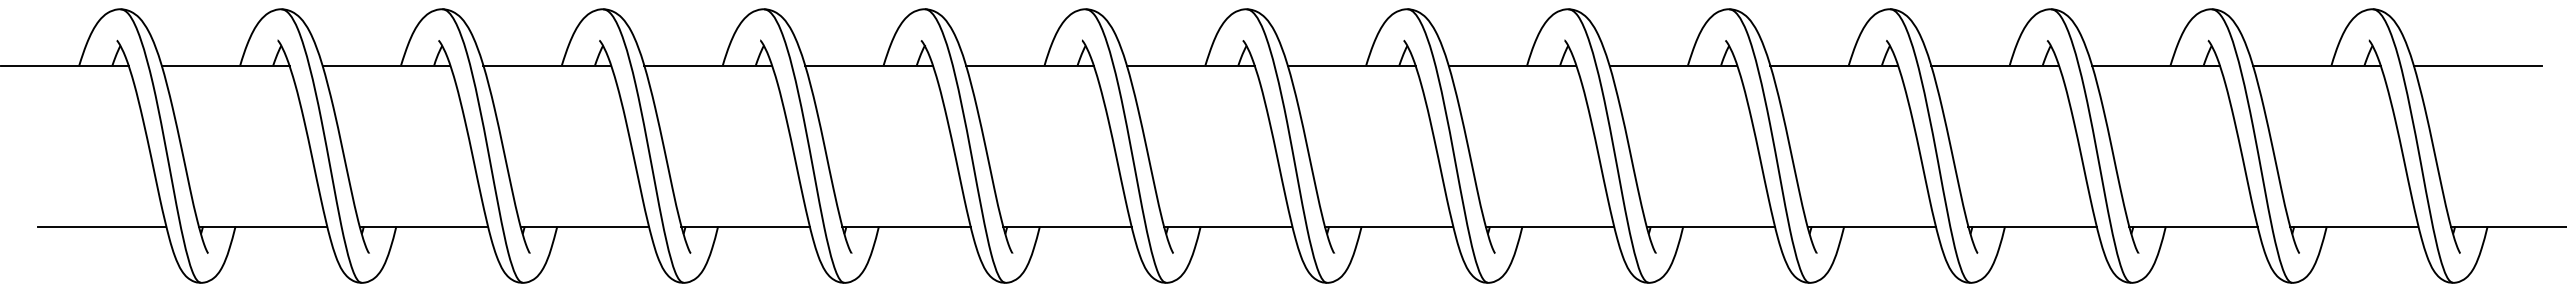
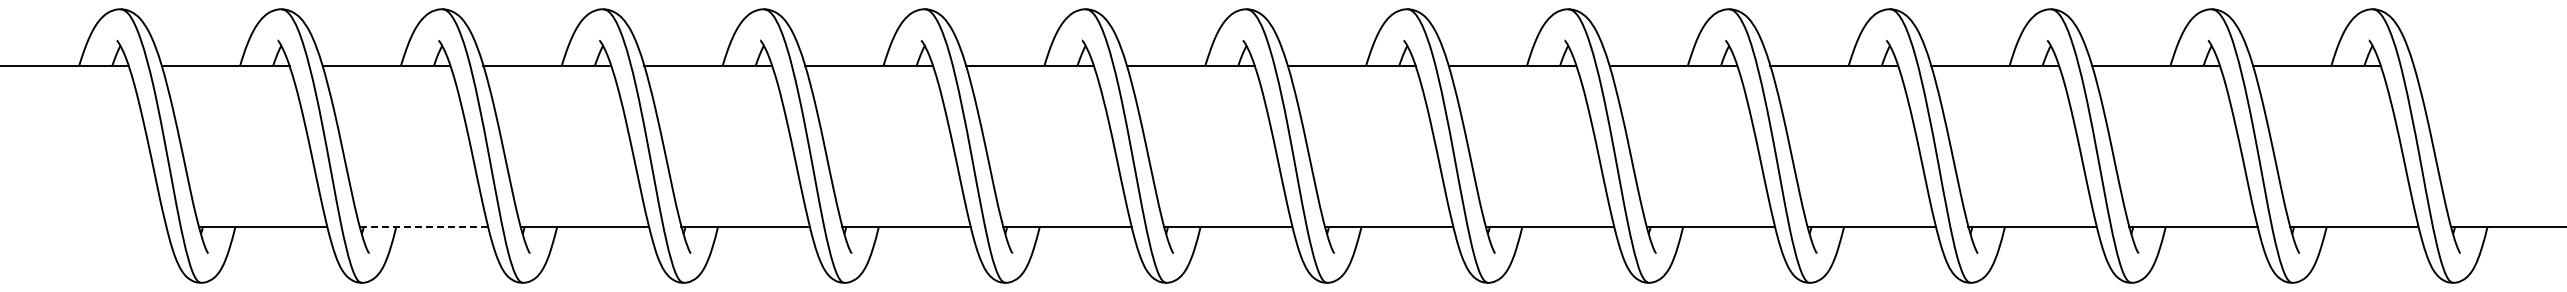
line at (2477, 65): present -> none
line at (101, 226): present -> none
line at (423, 226): solid -> dashed
